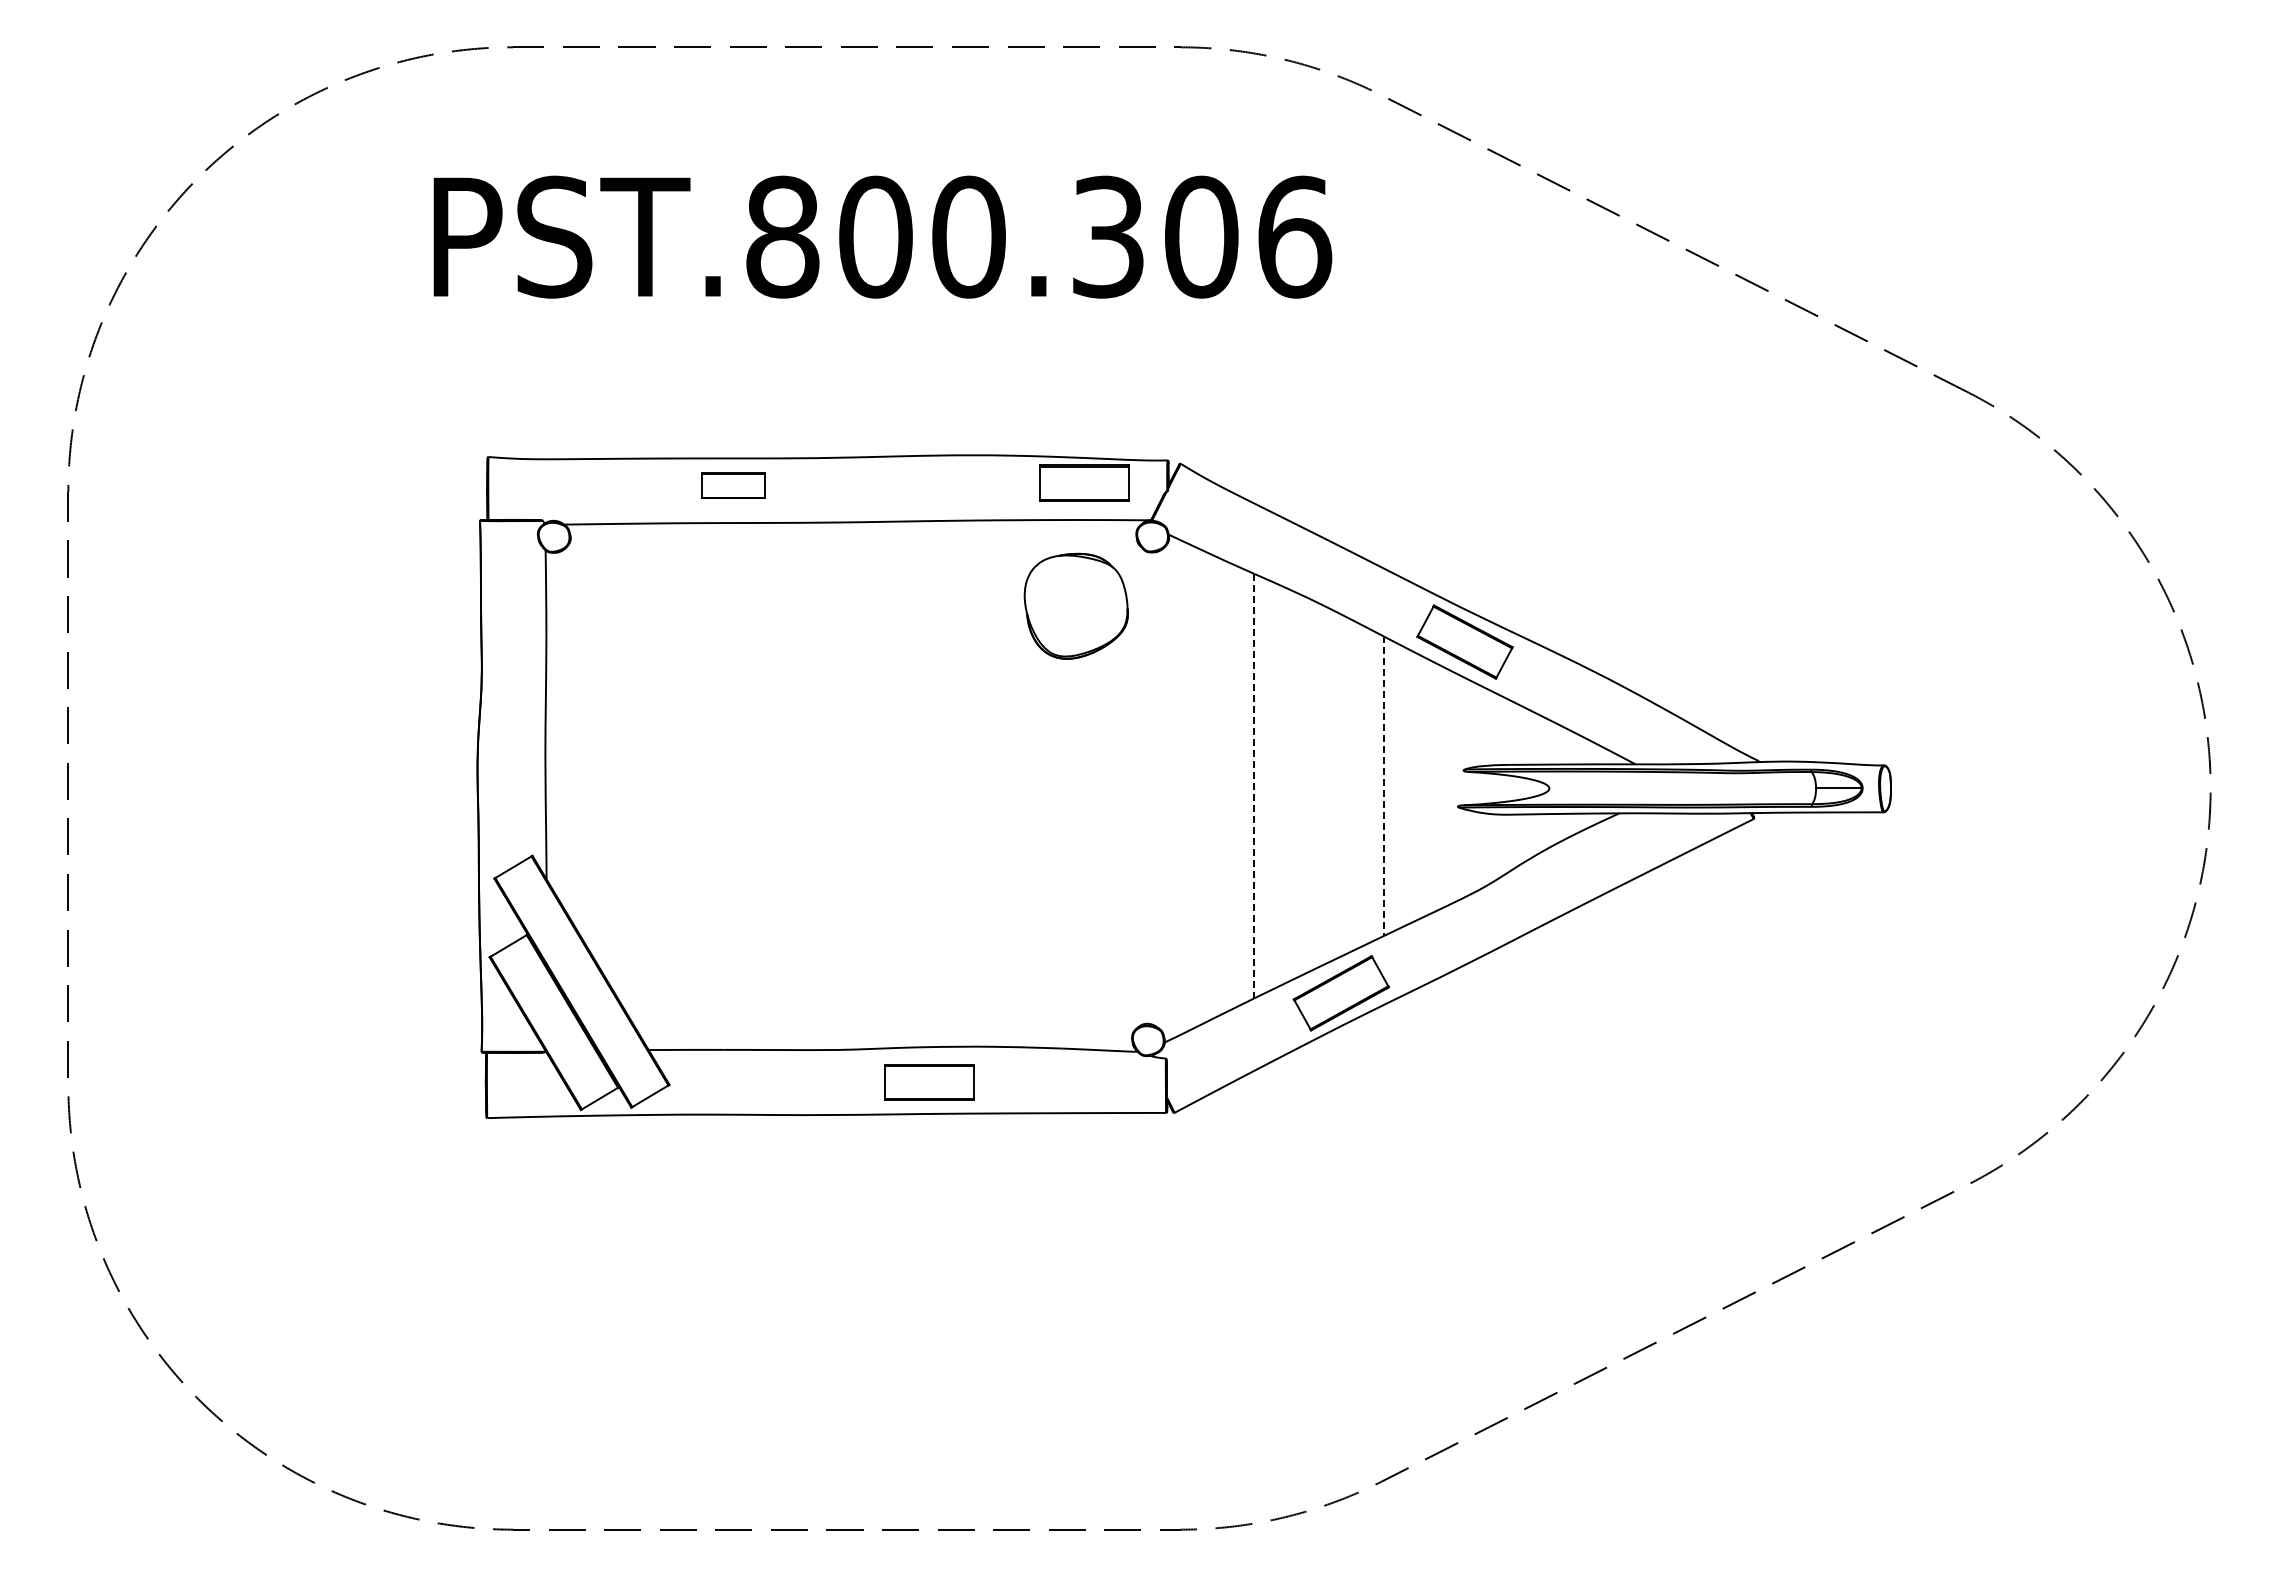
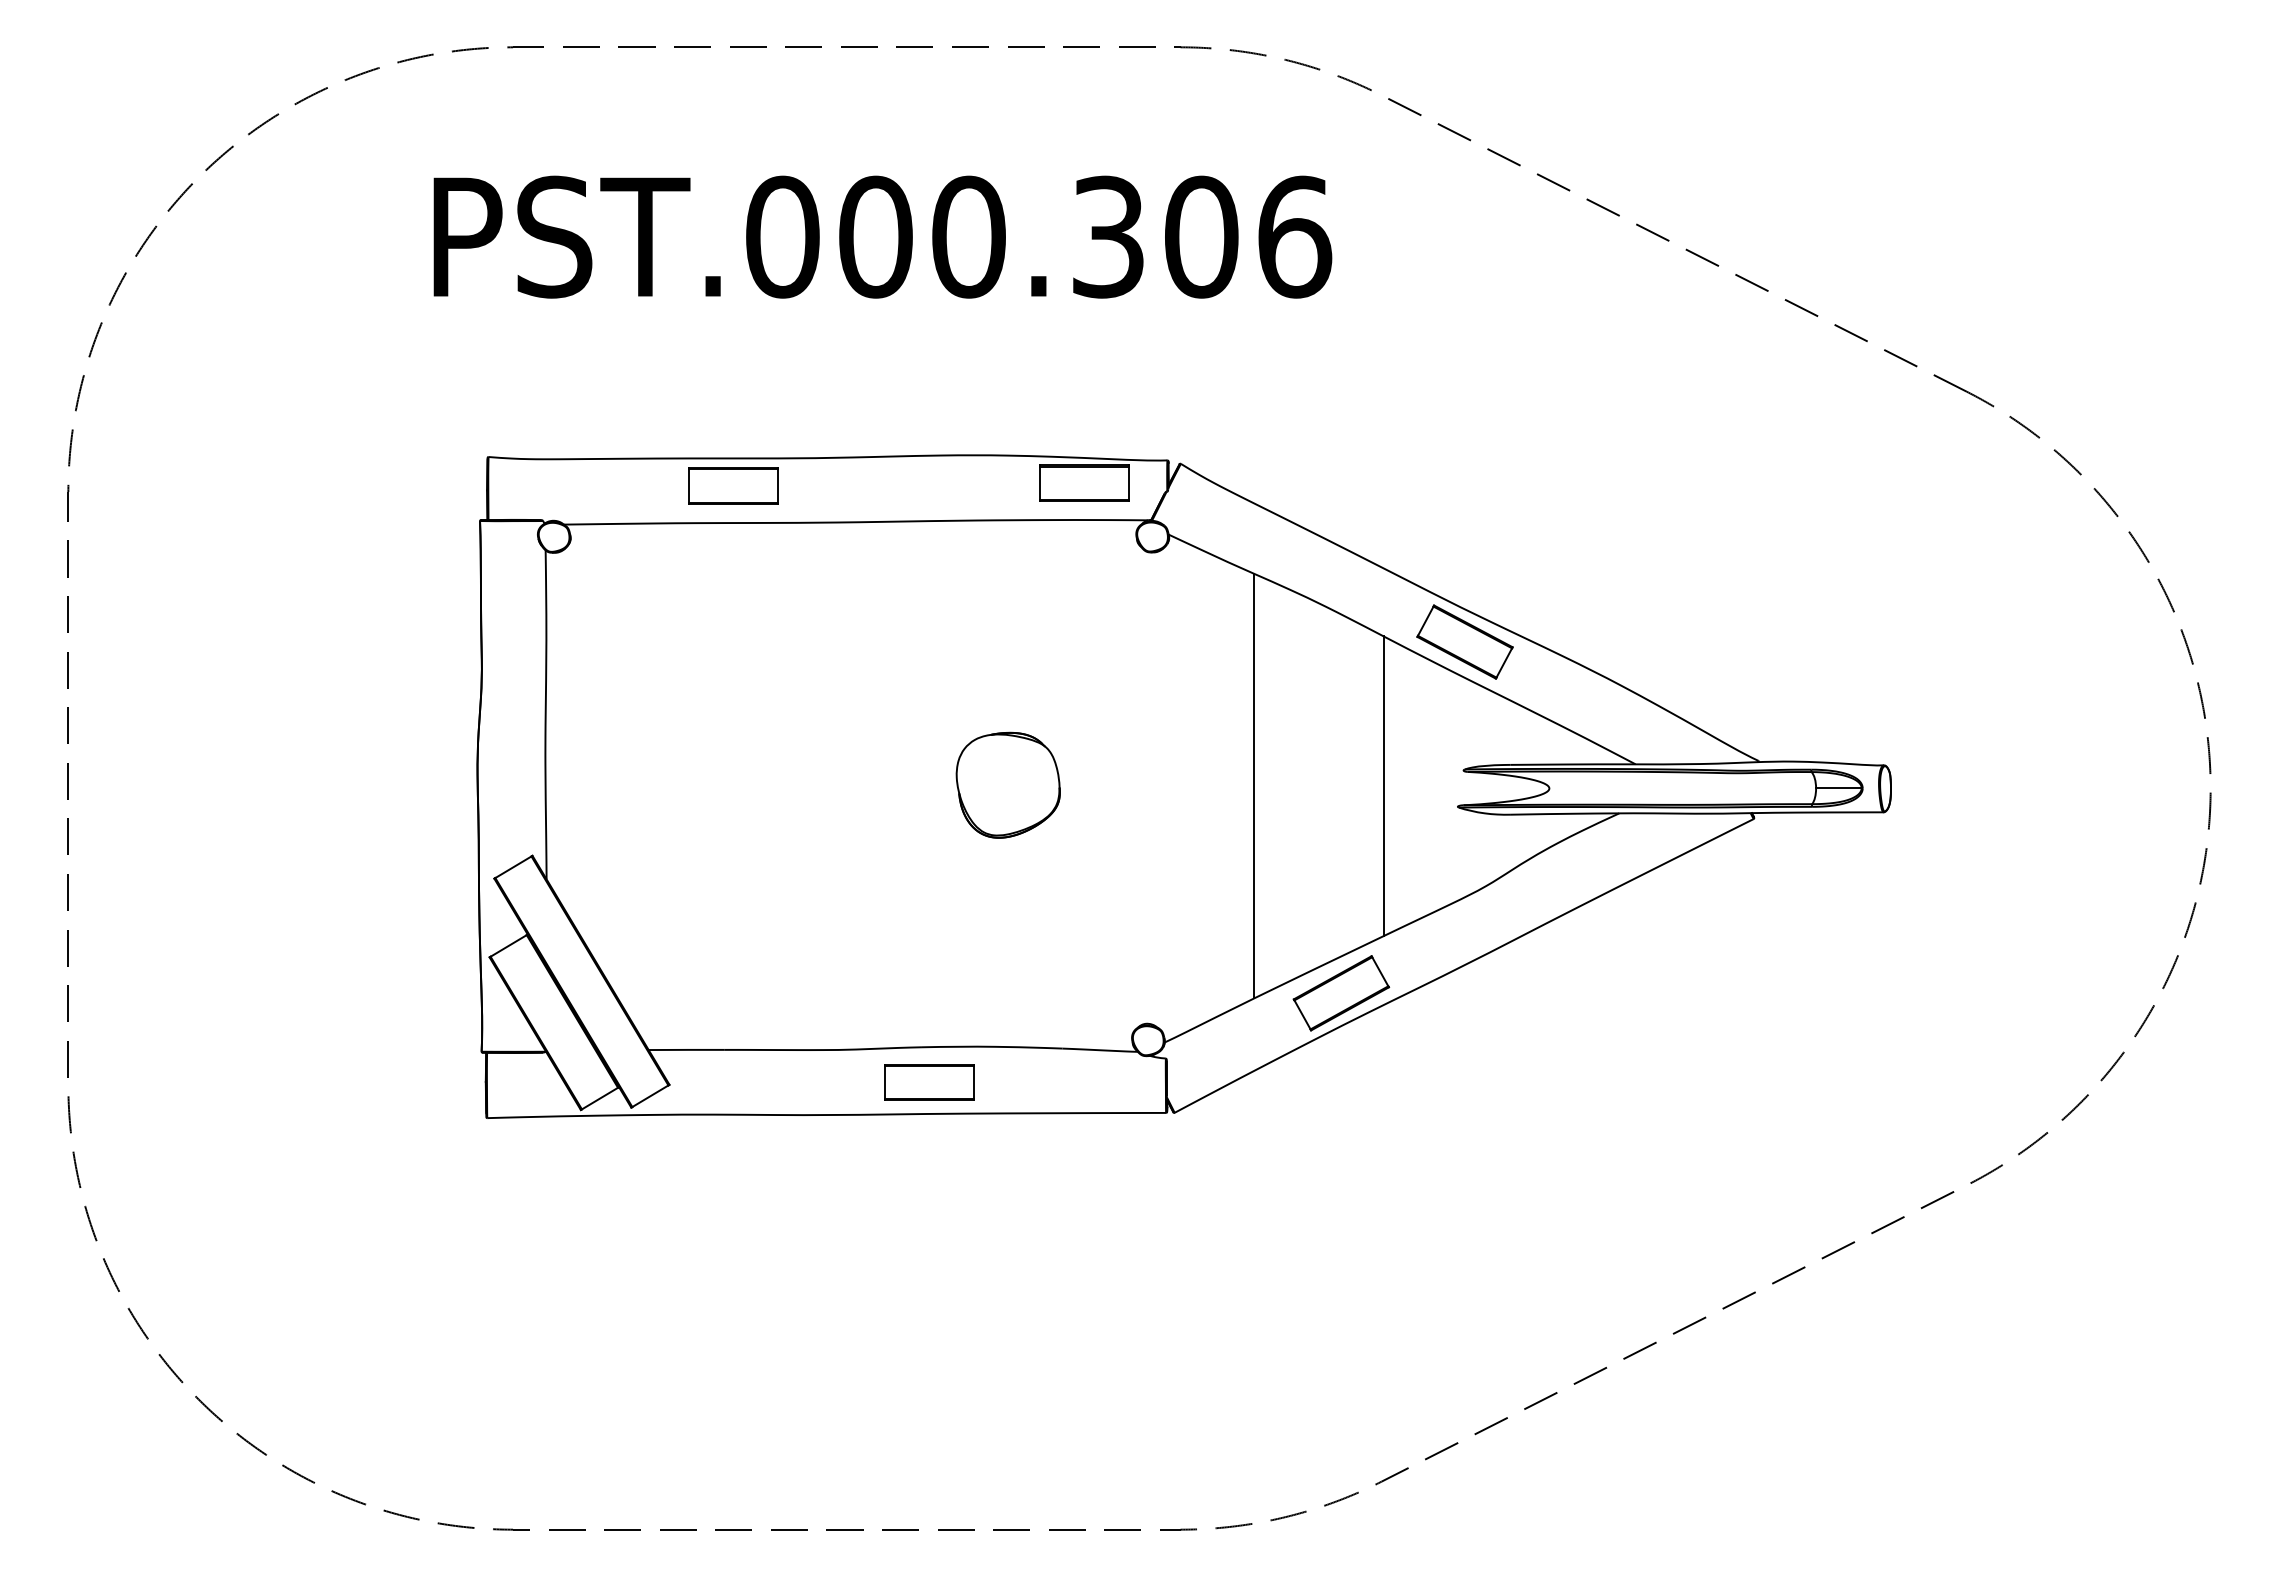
text at (782, 237): PST.800.306 -> PST.000.306
part at (733, 485) size: 65x27 px -> 91x38 px
part at (1075, 605) position: (1075, 605) -> (1007, 784)
line at (1254, 786): dashed -> solid
line at (1383, 786): dashed -> solid
